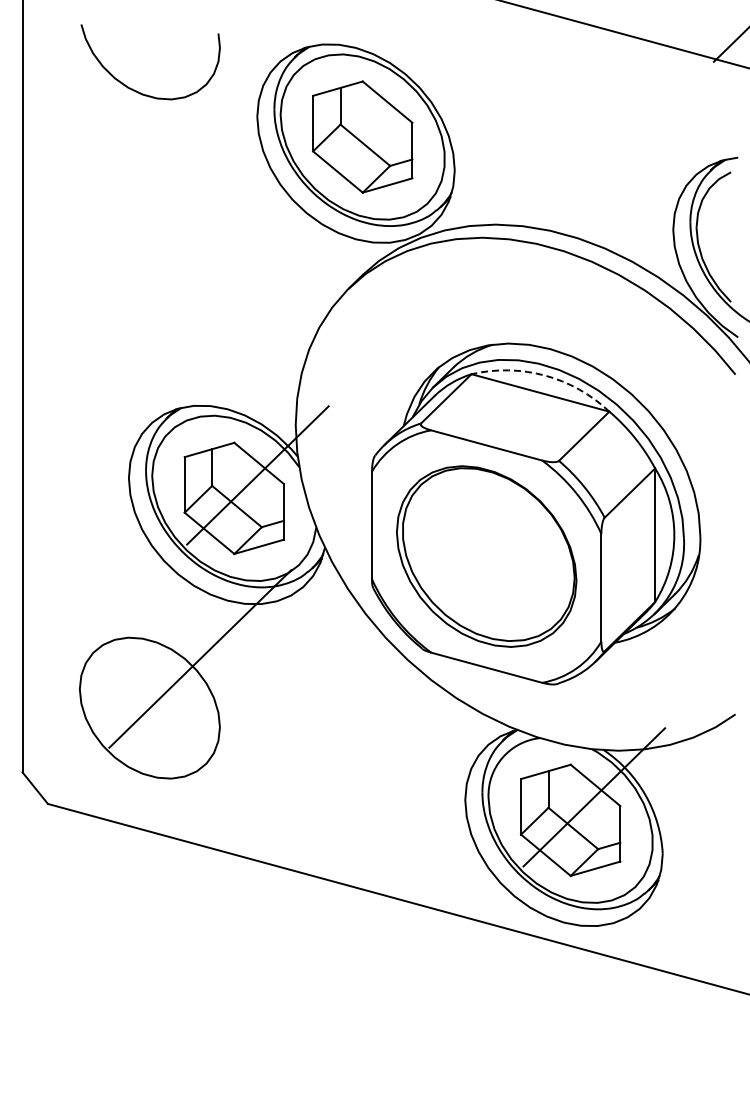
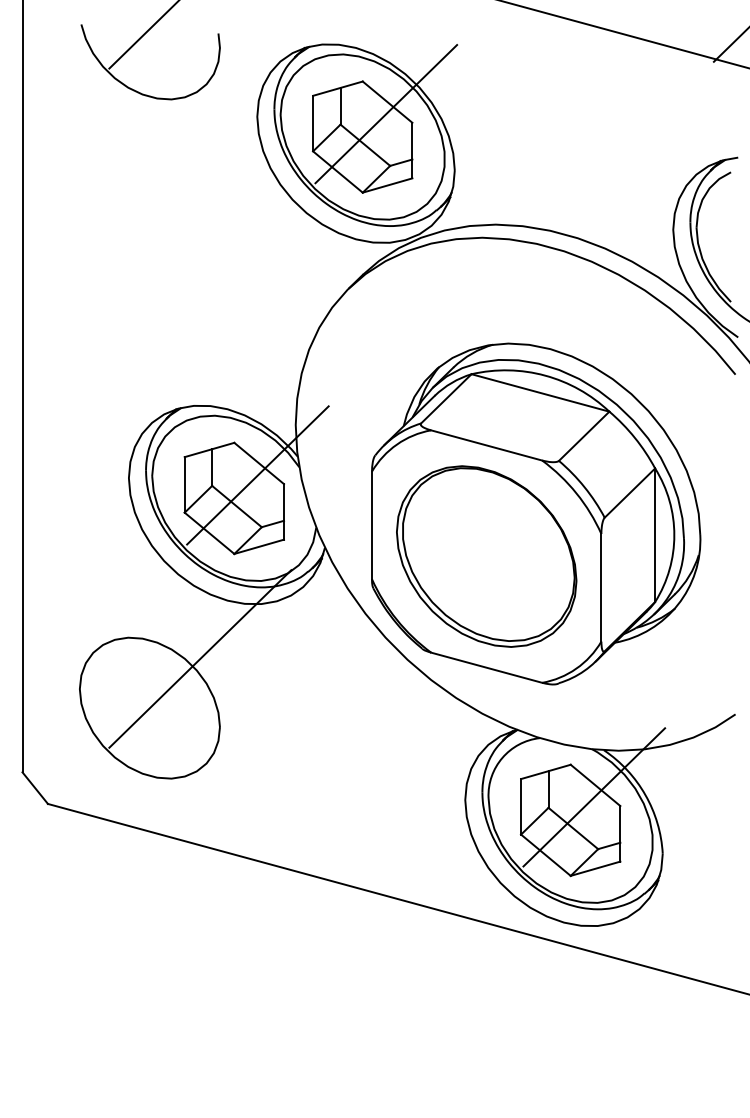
line at (142, 35): none -> present
line at (385, 113): none -> present
arc at (545, 375): dashed -> solid
